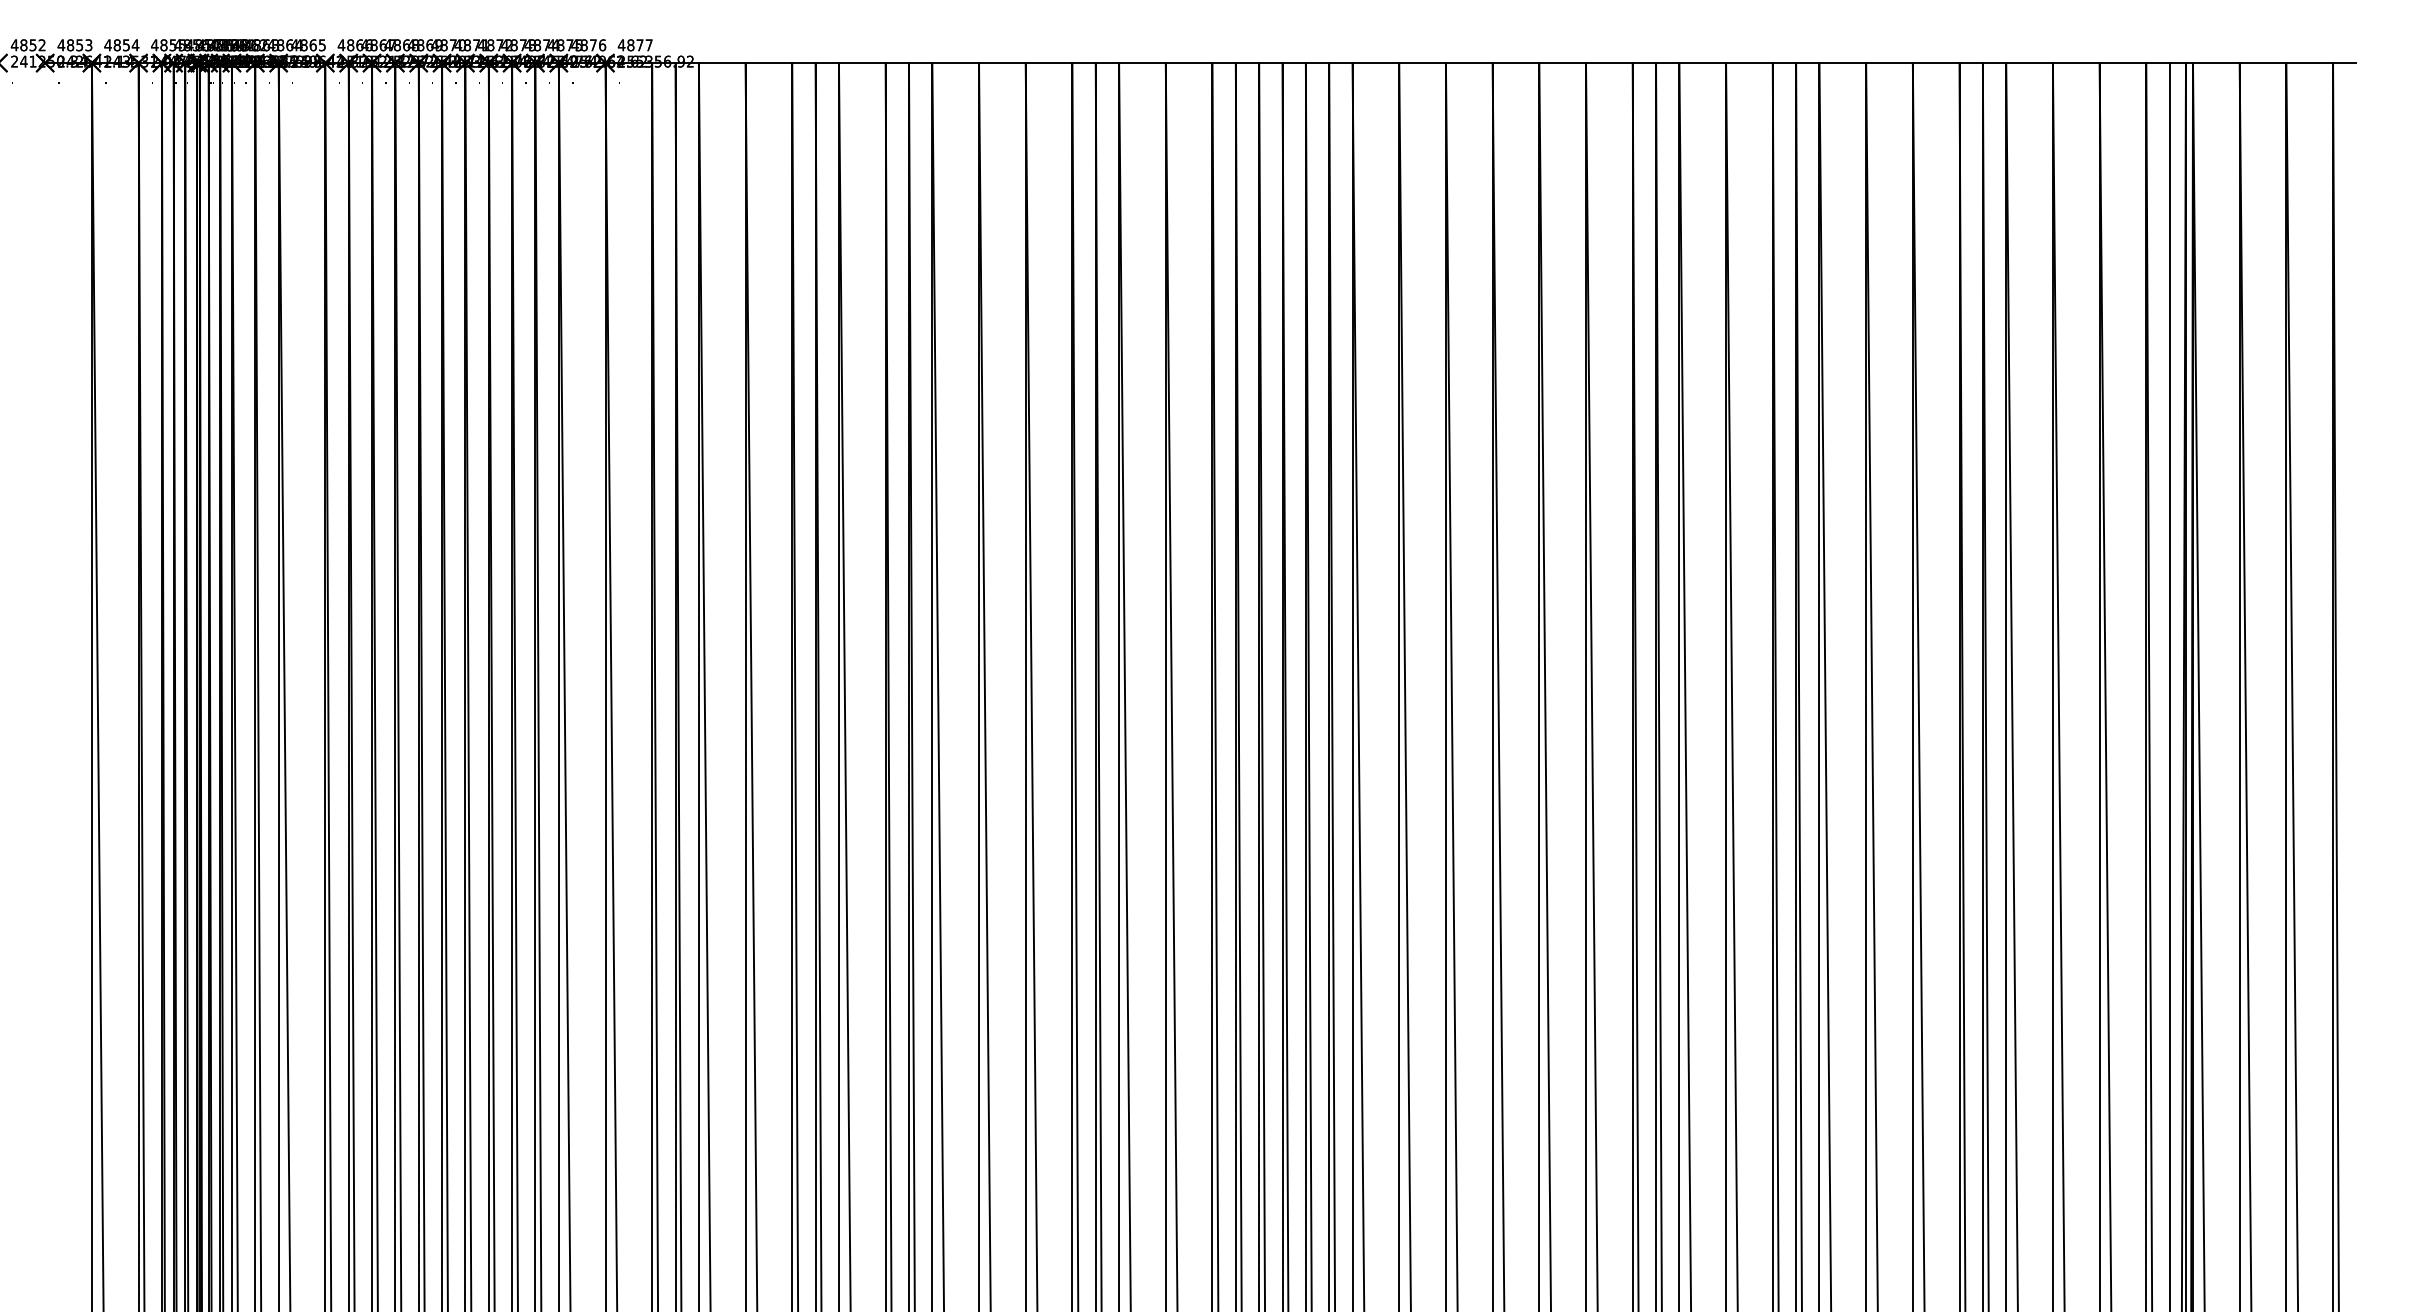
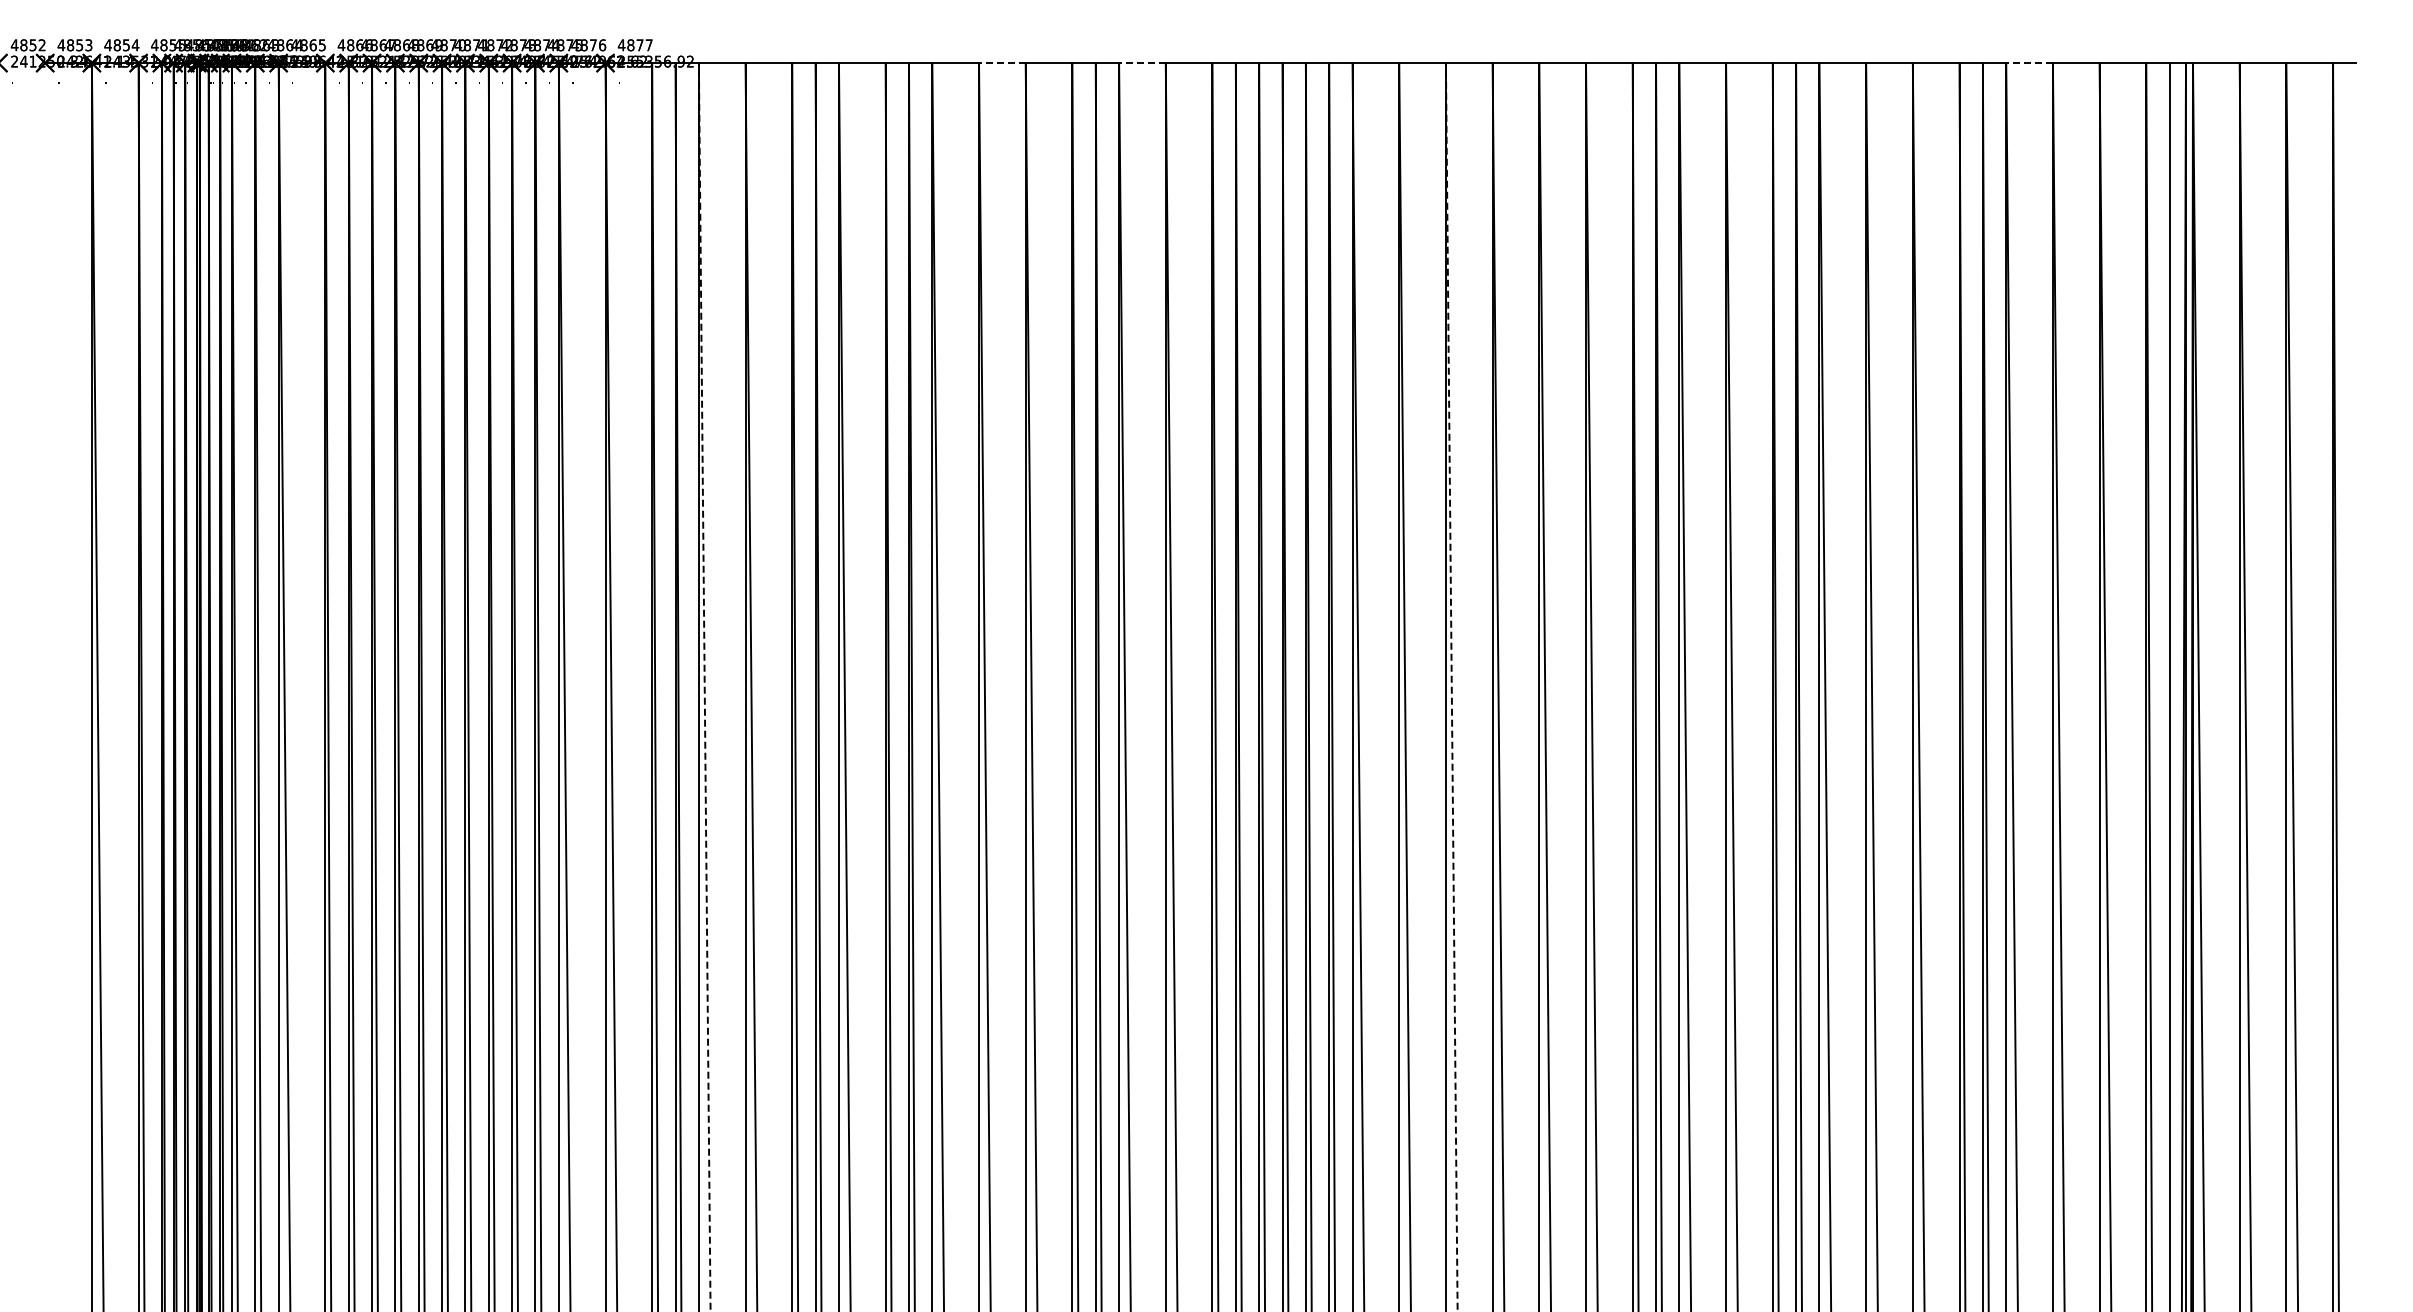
line at (1001, 63): solid -> dashed
line at (1141, 63): solid -> dashed
line at (2029, 63): solid -> dashed
line at (704, 687): solid -> dashed
line at (1451, 687): solid -> dashed
